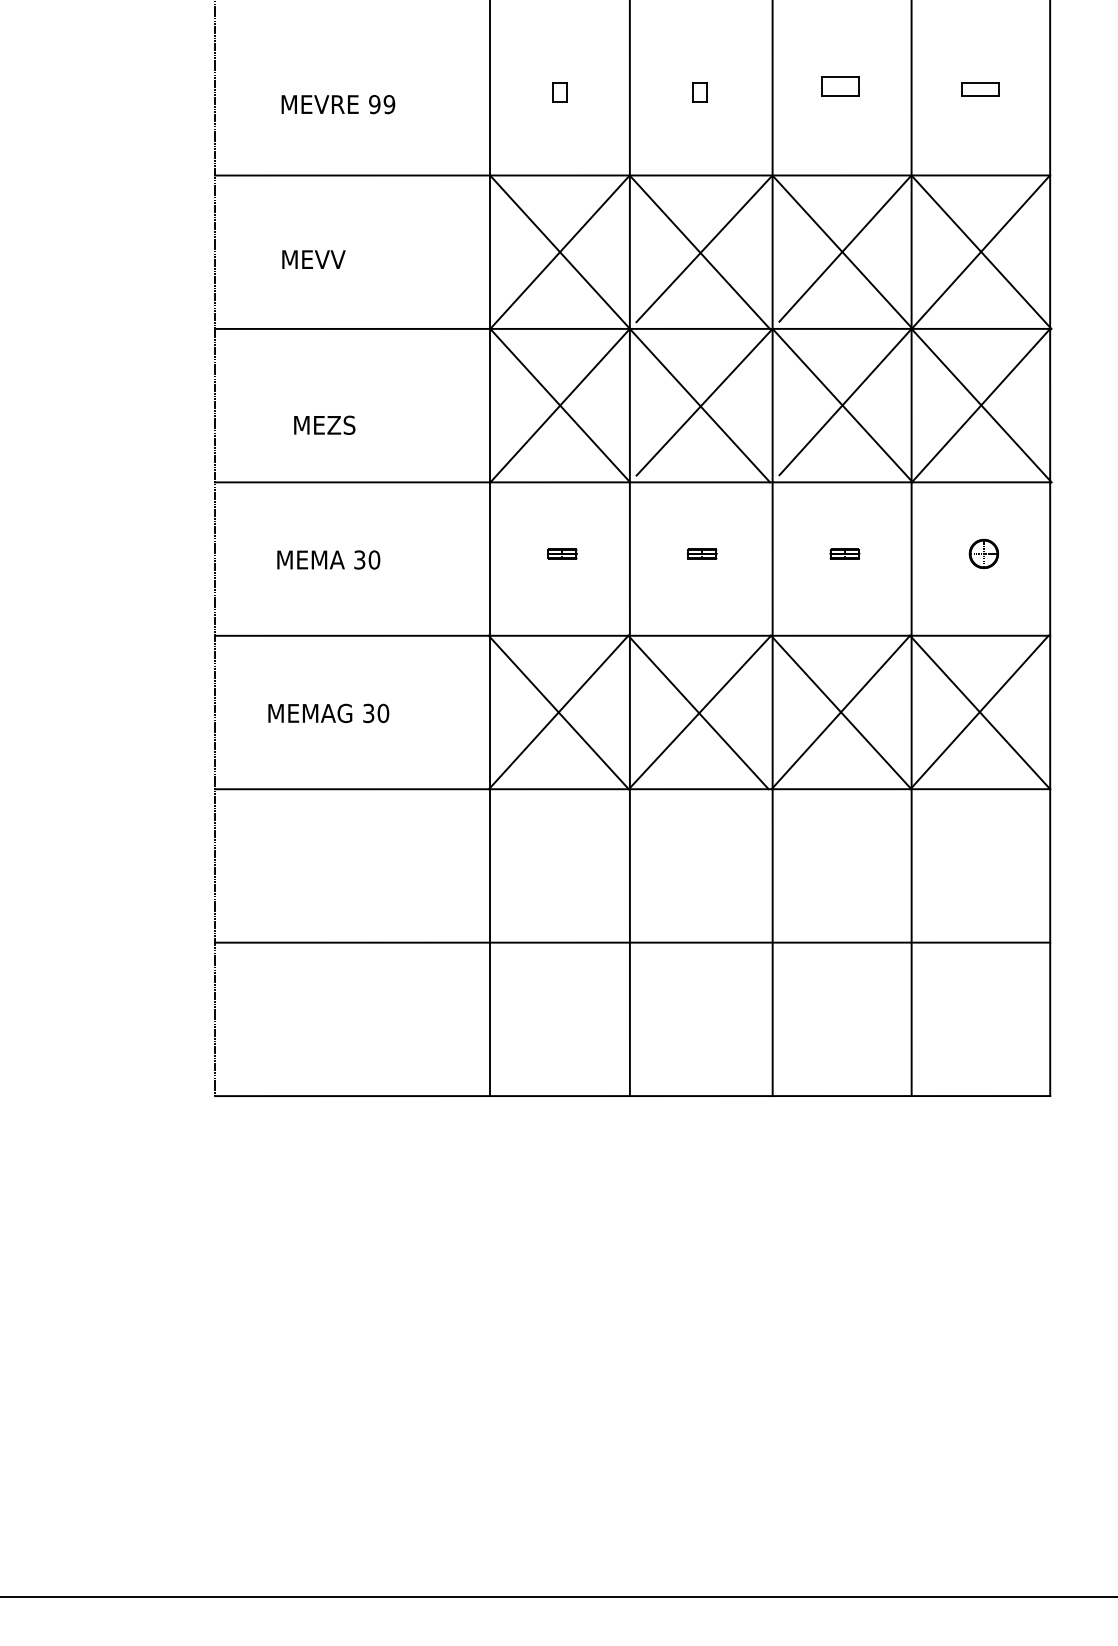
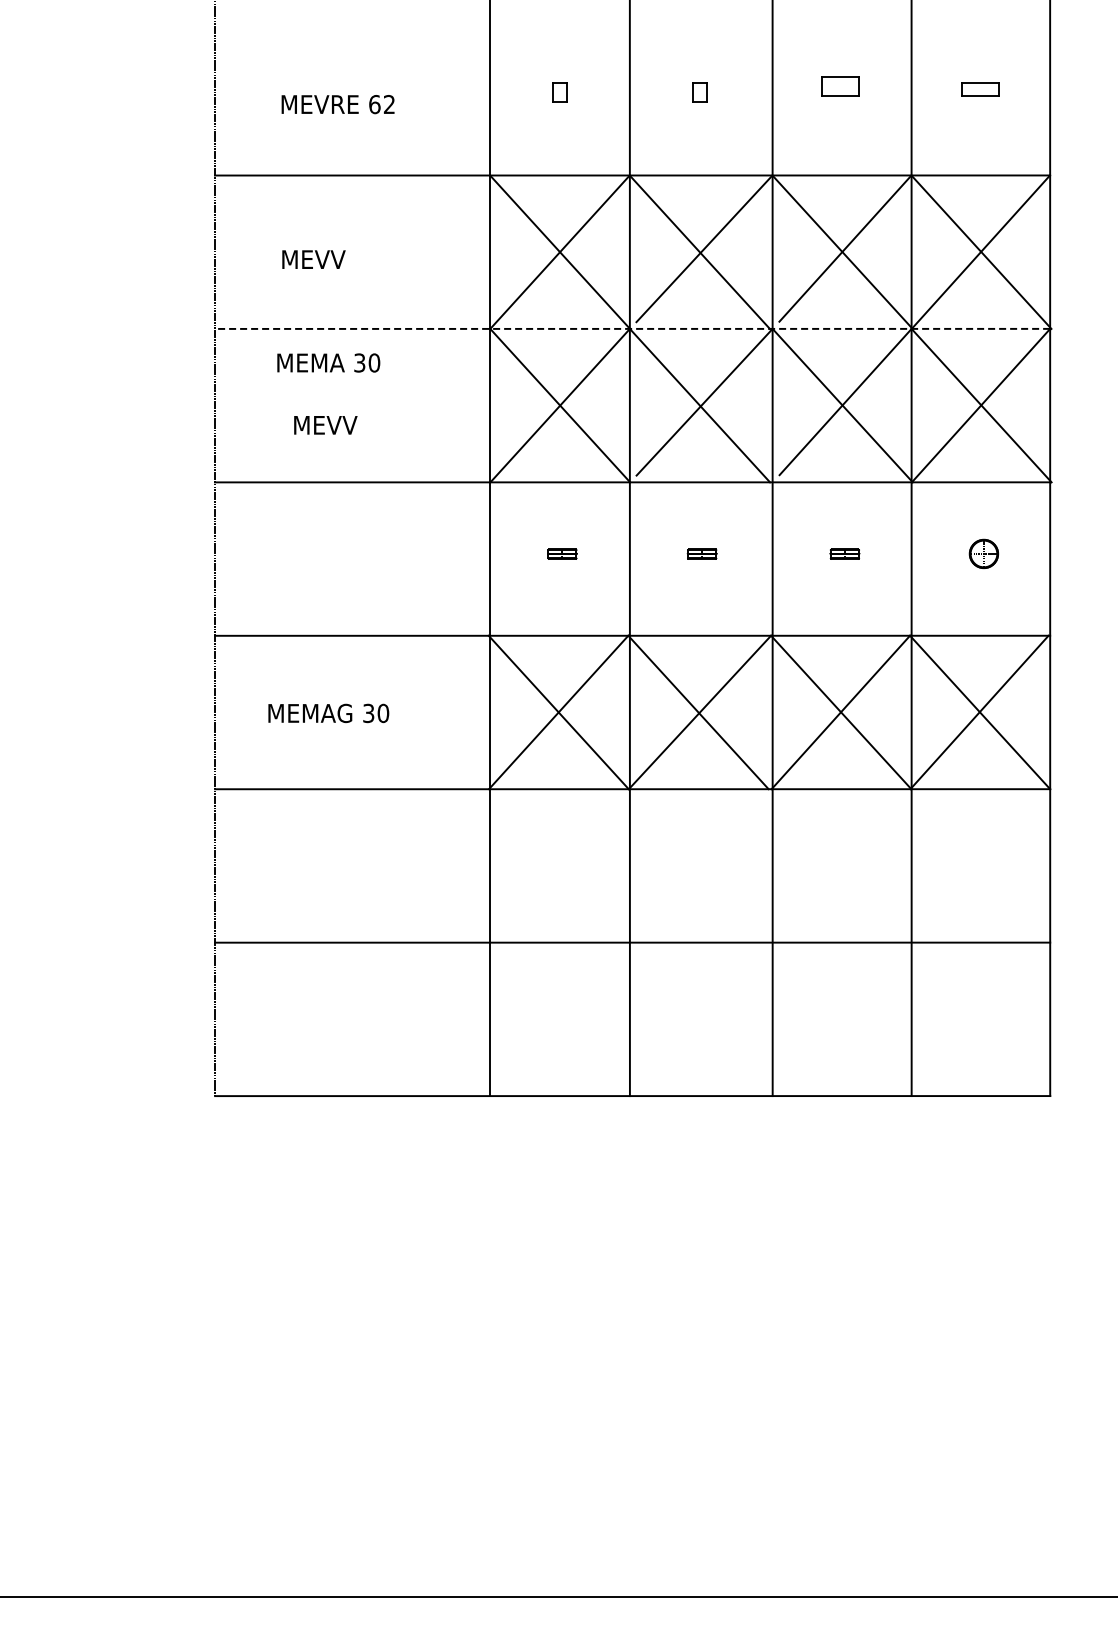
text at (382, 104): 99 -> 62
line at (632, 328): solid -> dashed
text at (341, 424): MEZS -> MEVV
text at (328, 559) position: (328, 559) -> (328, 362)
